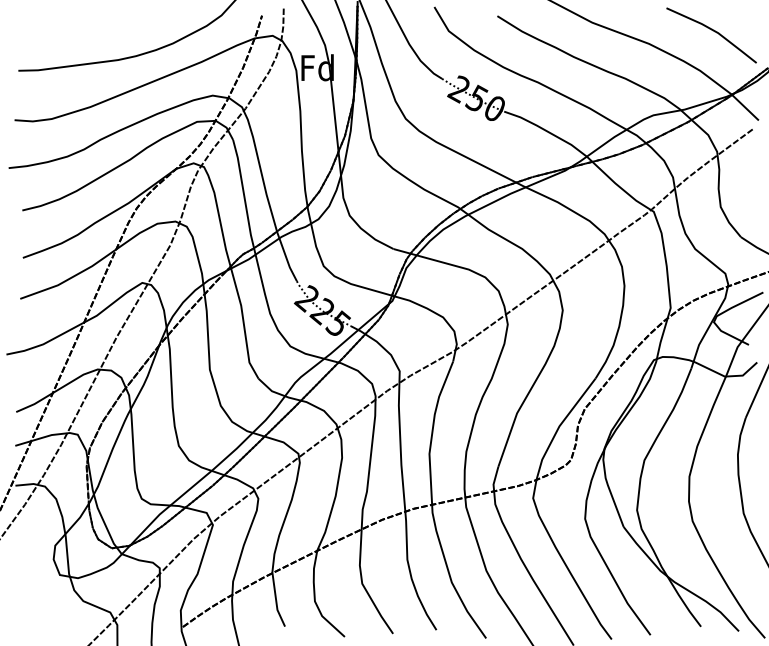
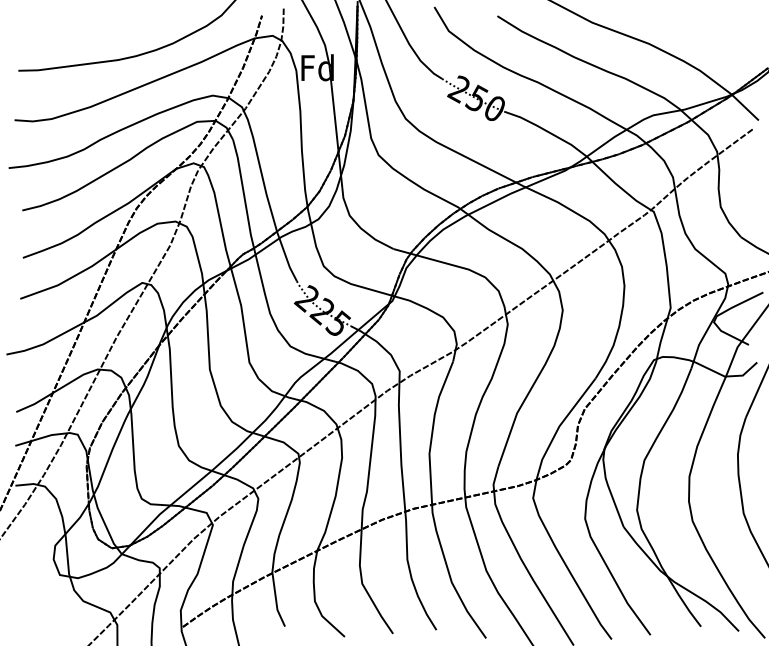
line at (714, 32): present -> none
